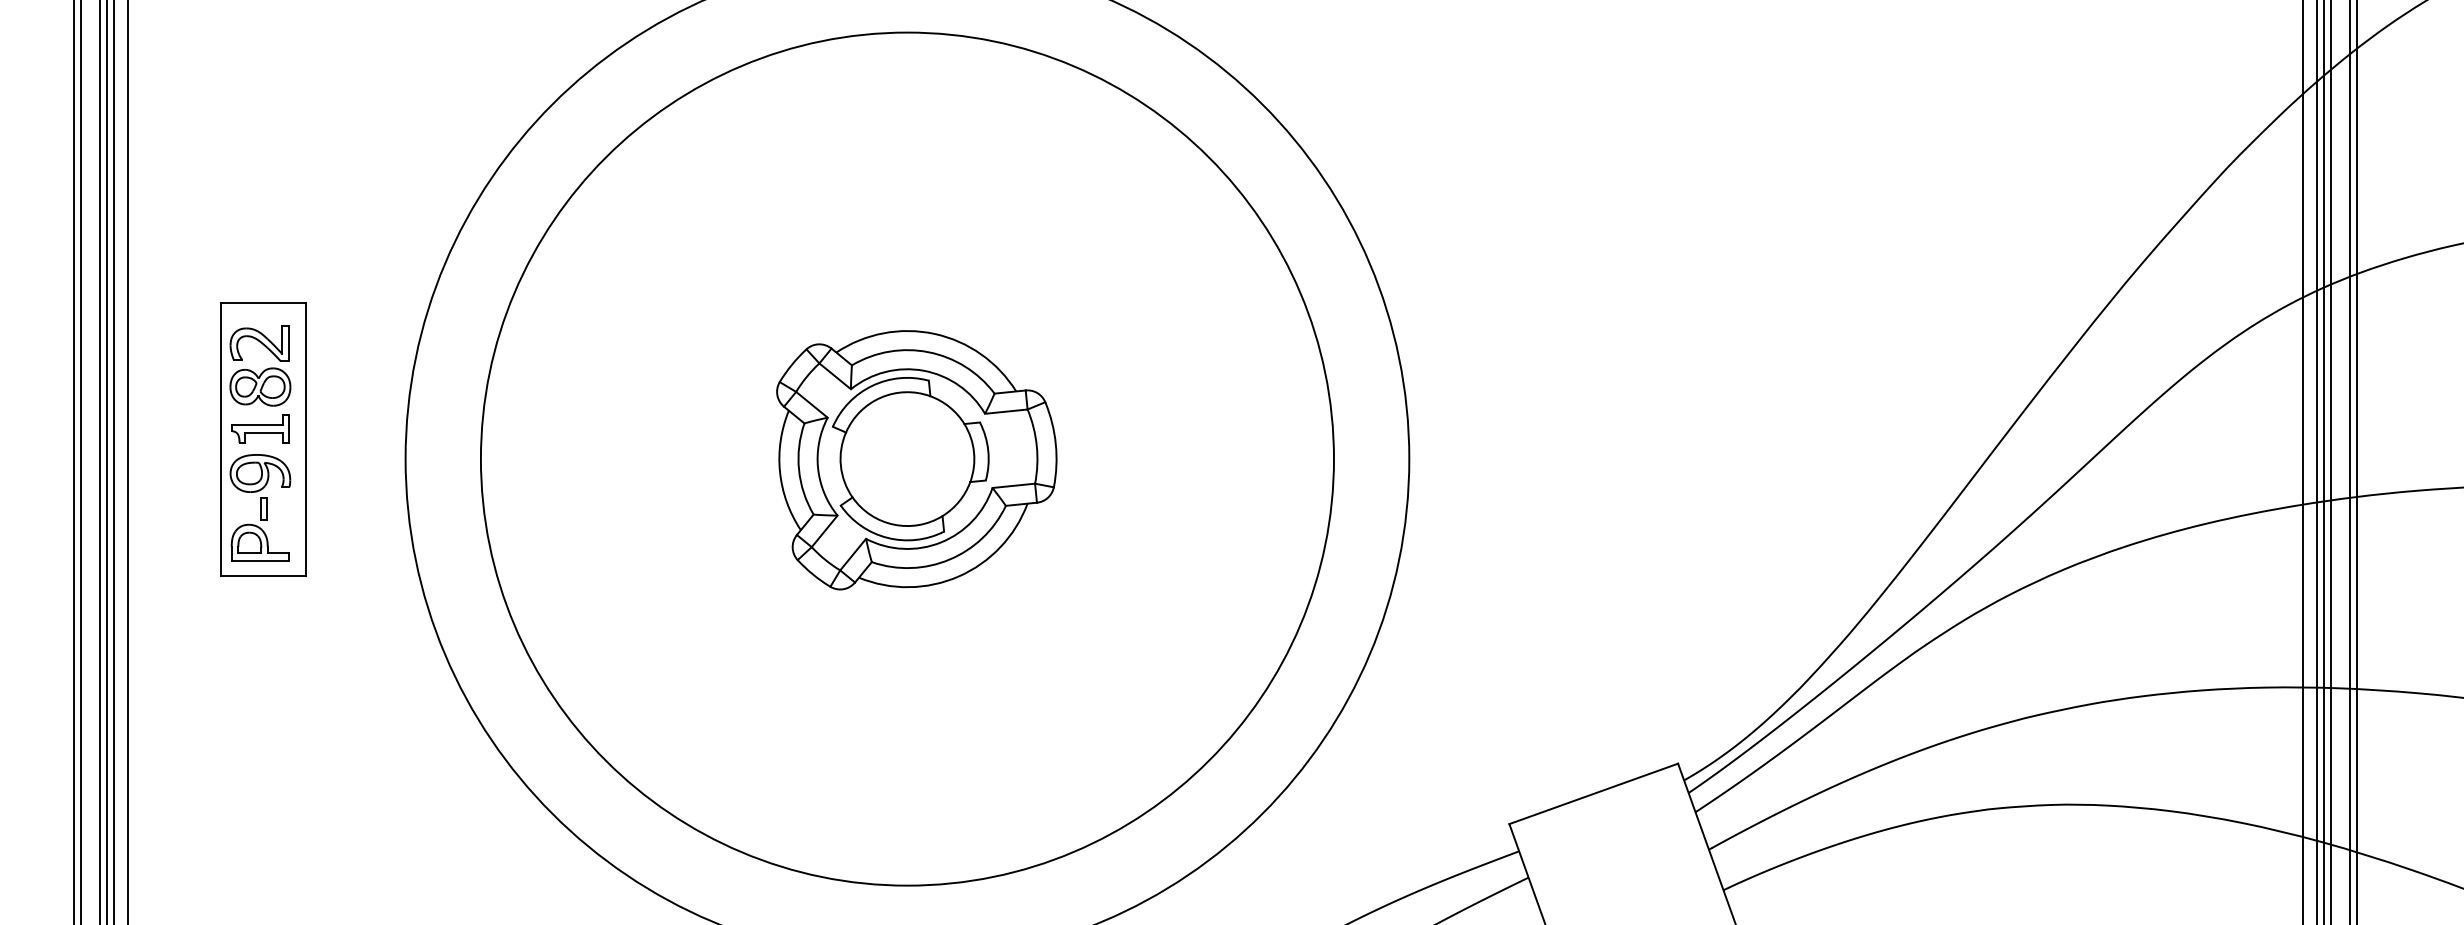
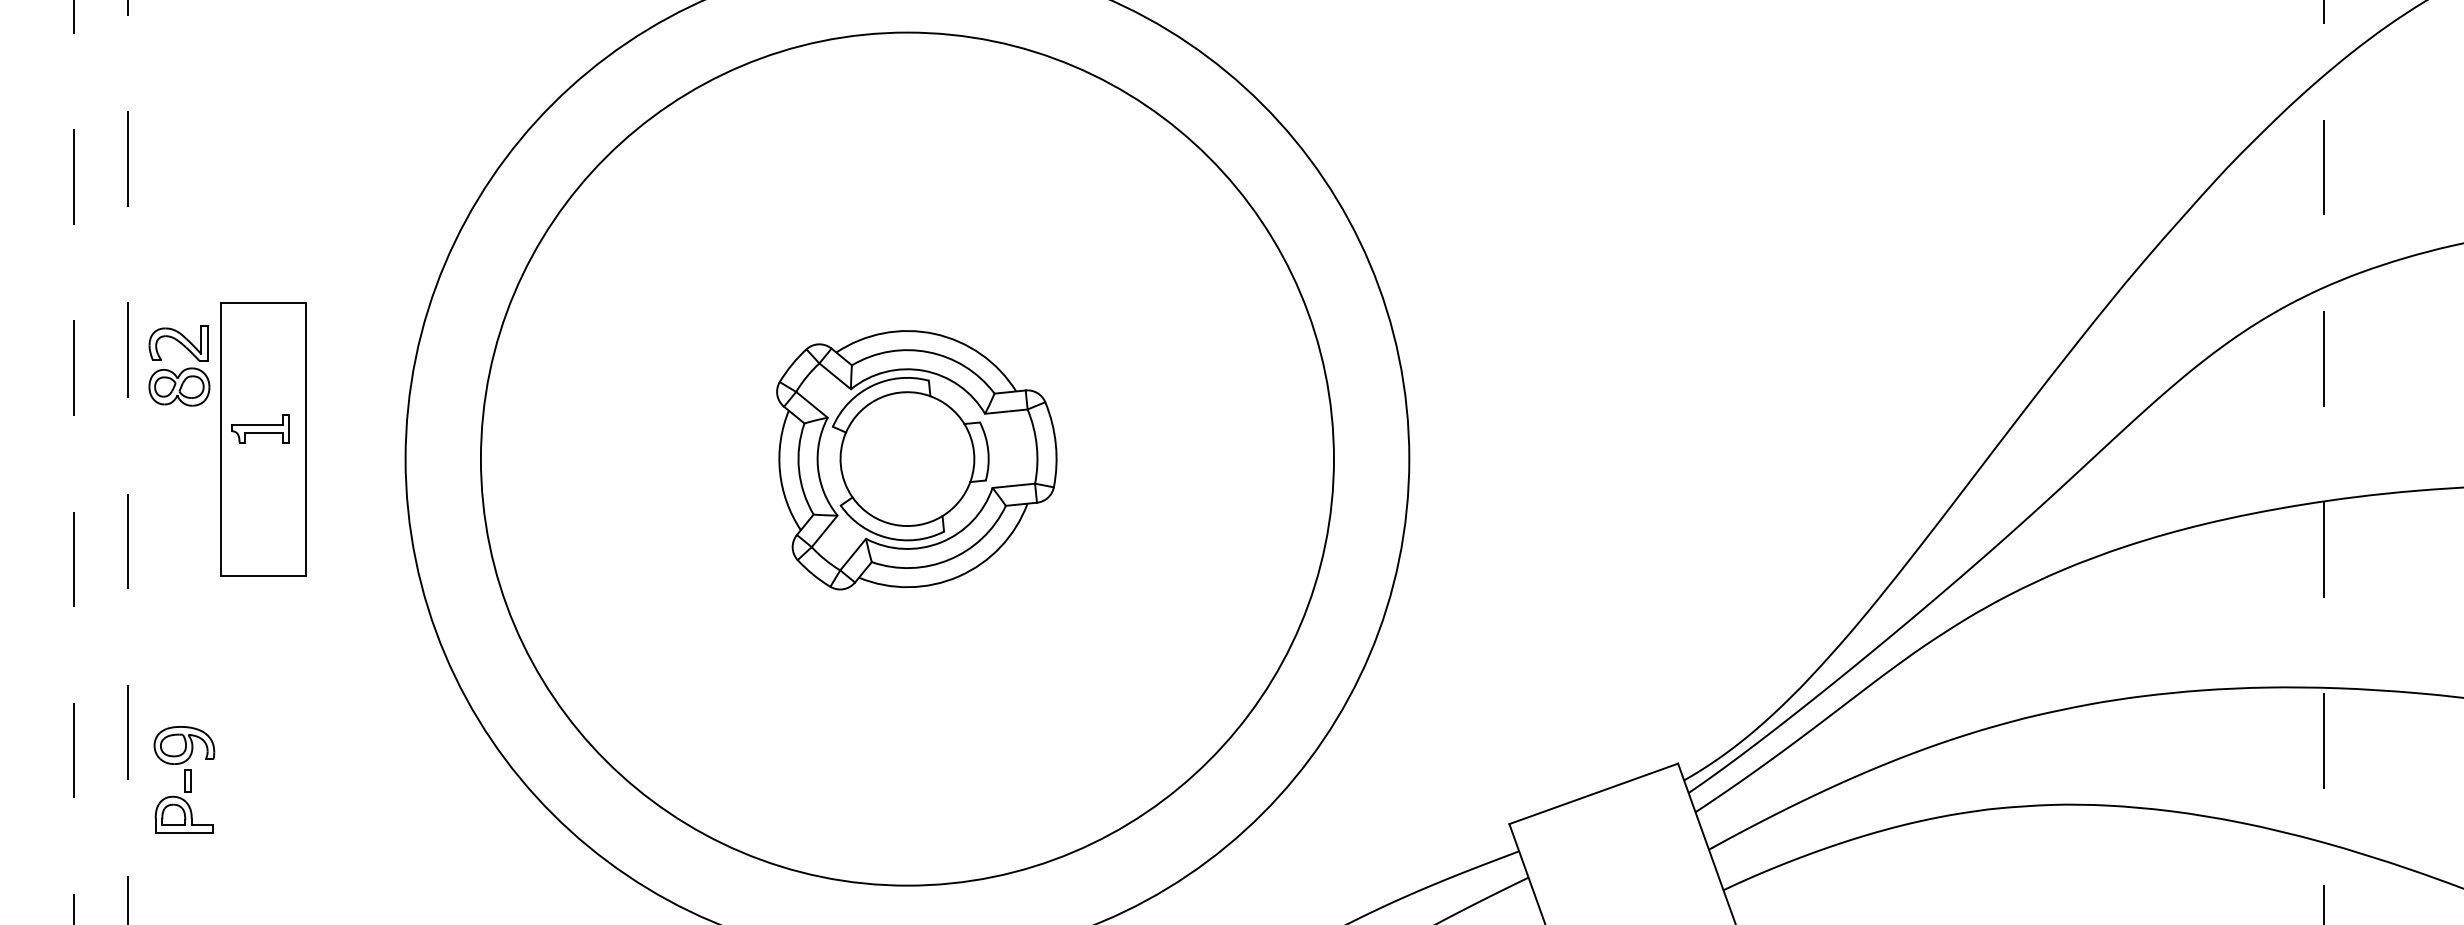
part at (260, 365) position: (260, 365) -> (179, 365)
line at (81, 461): present -> none
line at (100, 461): present -> none
line at (107, 461): present -> none
line at (113, 461): present -> none
line at (2302, 461): present -> none
line at (2317, 461): present -> none
line at (2330, 461): present -> none
line at (2349, 461): present -> none
line at (2357, 461): present -> none
line at (73, 462): solid -> dashed
line at (128, 462): solid -> dashed
line at (2323, 462): solid -> dashed
part at (260, 507) position: (260, 507) -> (184, 779)
